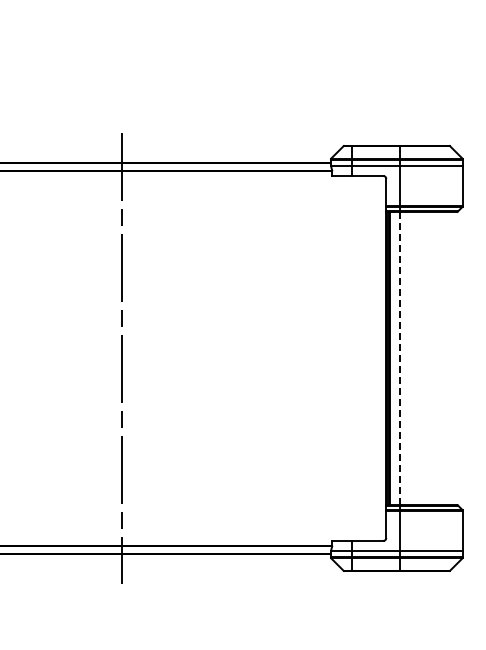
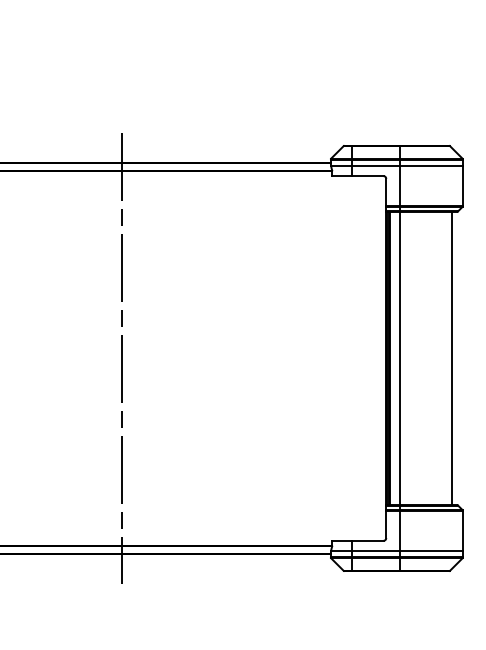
line at (399, 358): dashed -> solid
line at (452, 358): none -> present
